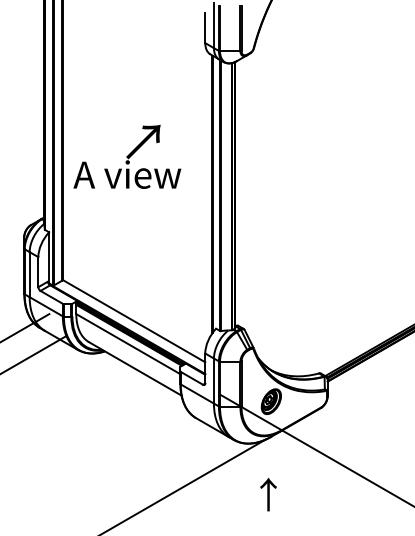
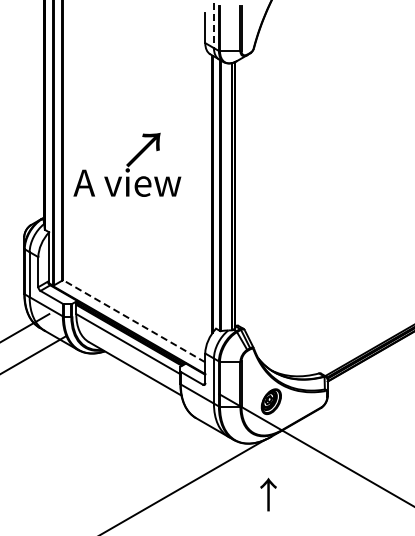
line at (213, 25): solid -> dashed
text at (127, 156) position: (127, 156) -> (127, 164)
line at (133, 320): solid -> dashed
